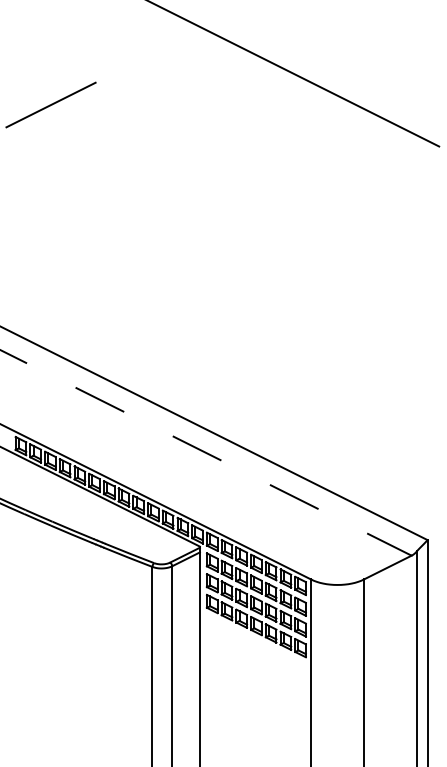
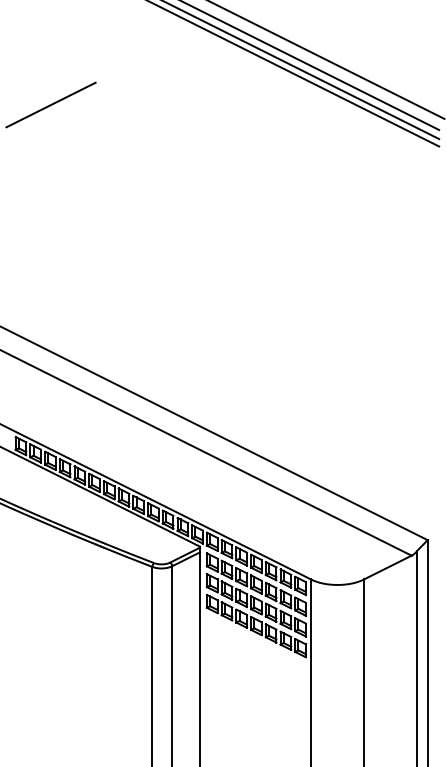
line at (326, 60): none -> present
line at (311, 66): none -> present
line at (302, 70): none -> present
line at (206, 452): dashed -> solid
